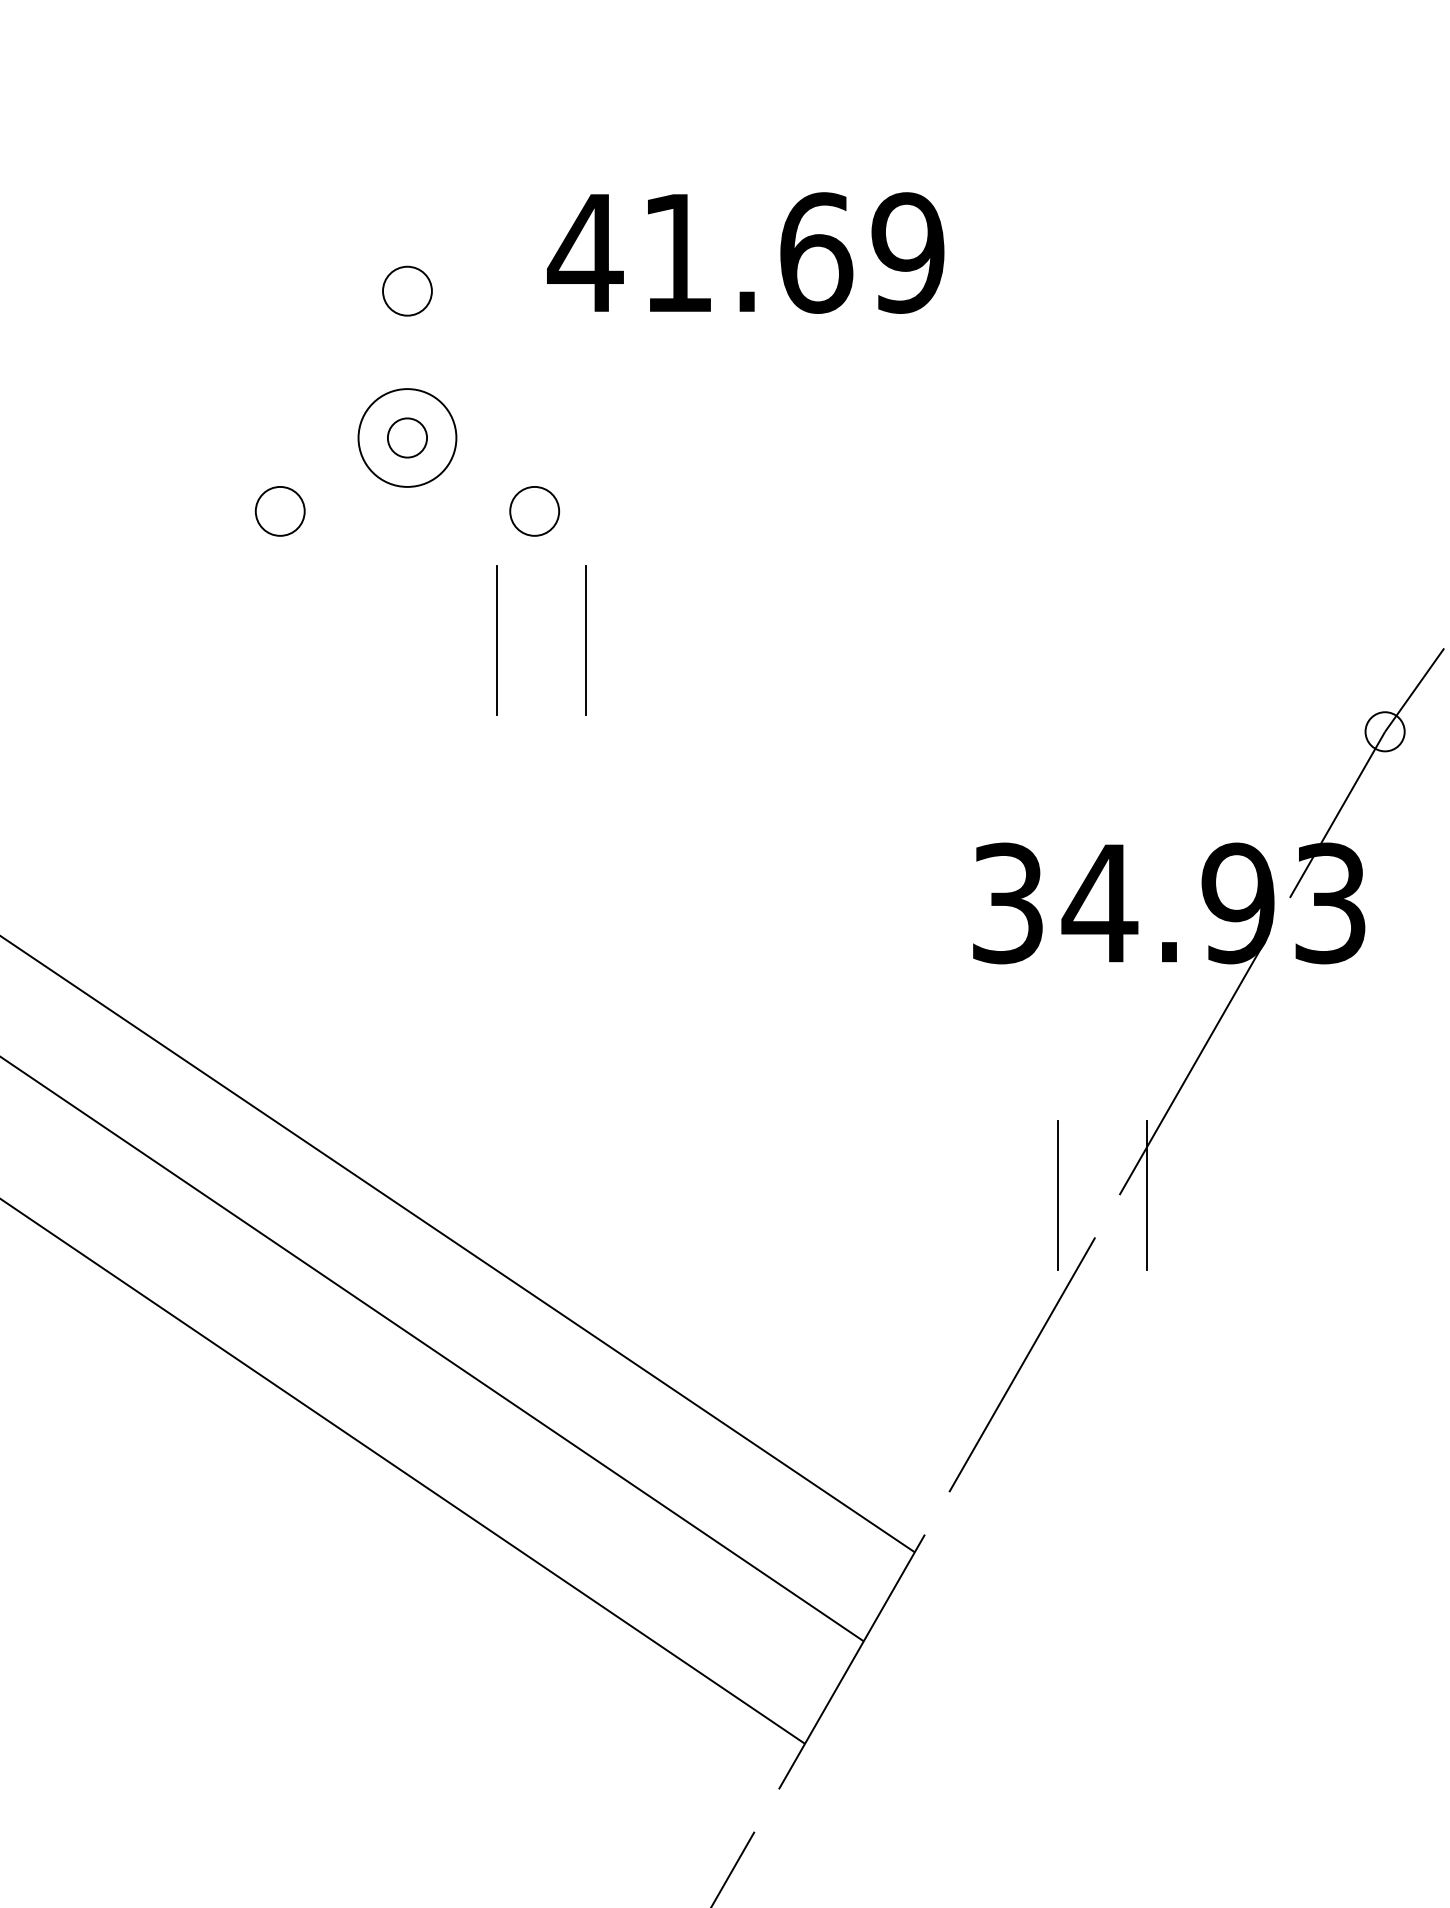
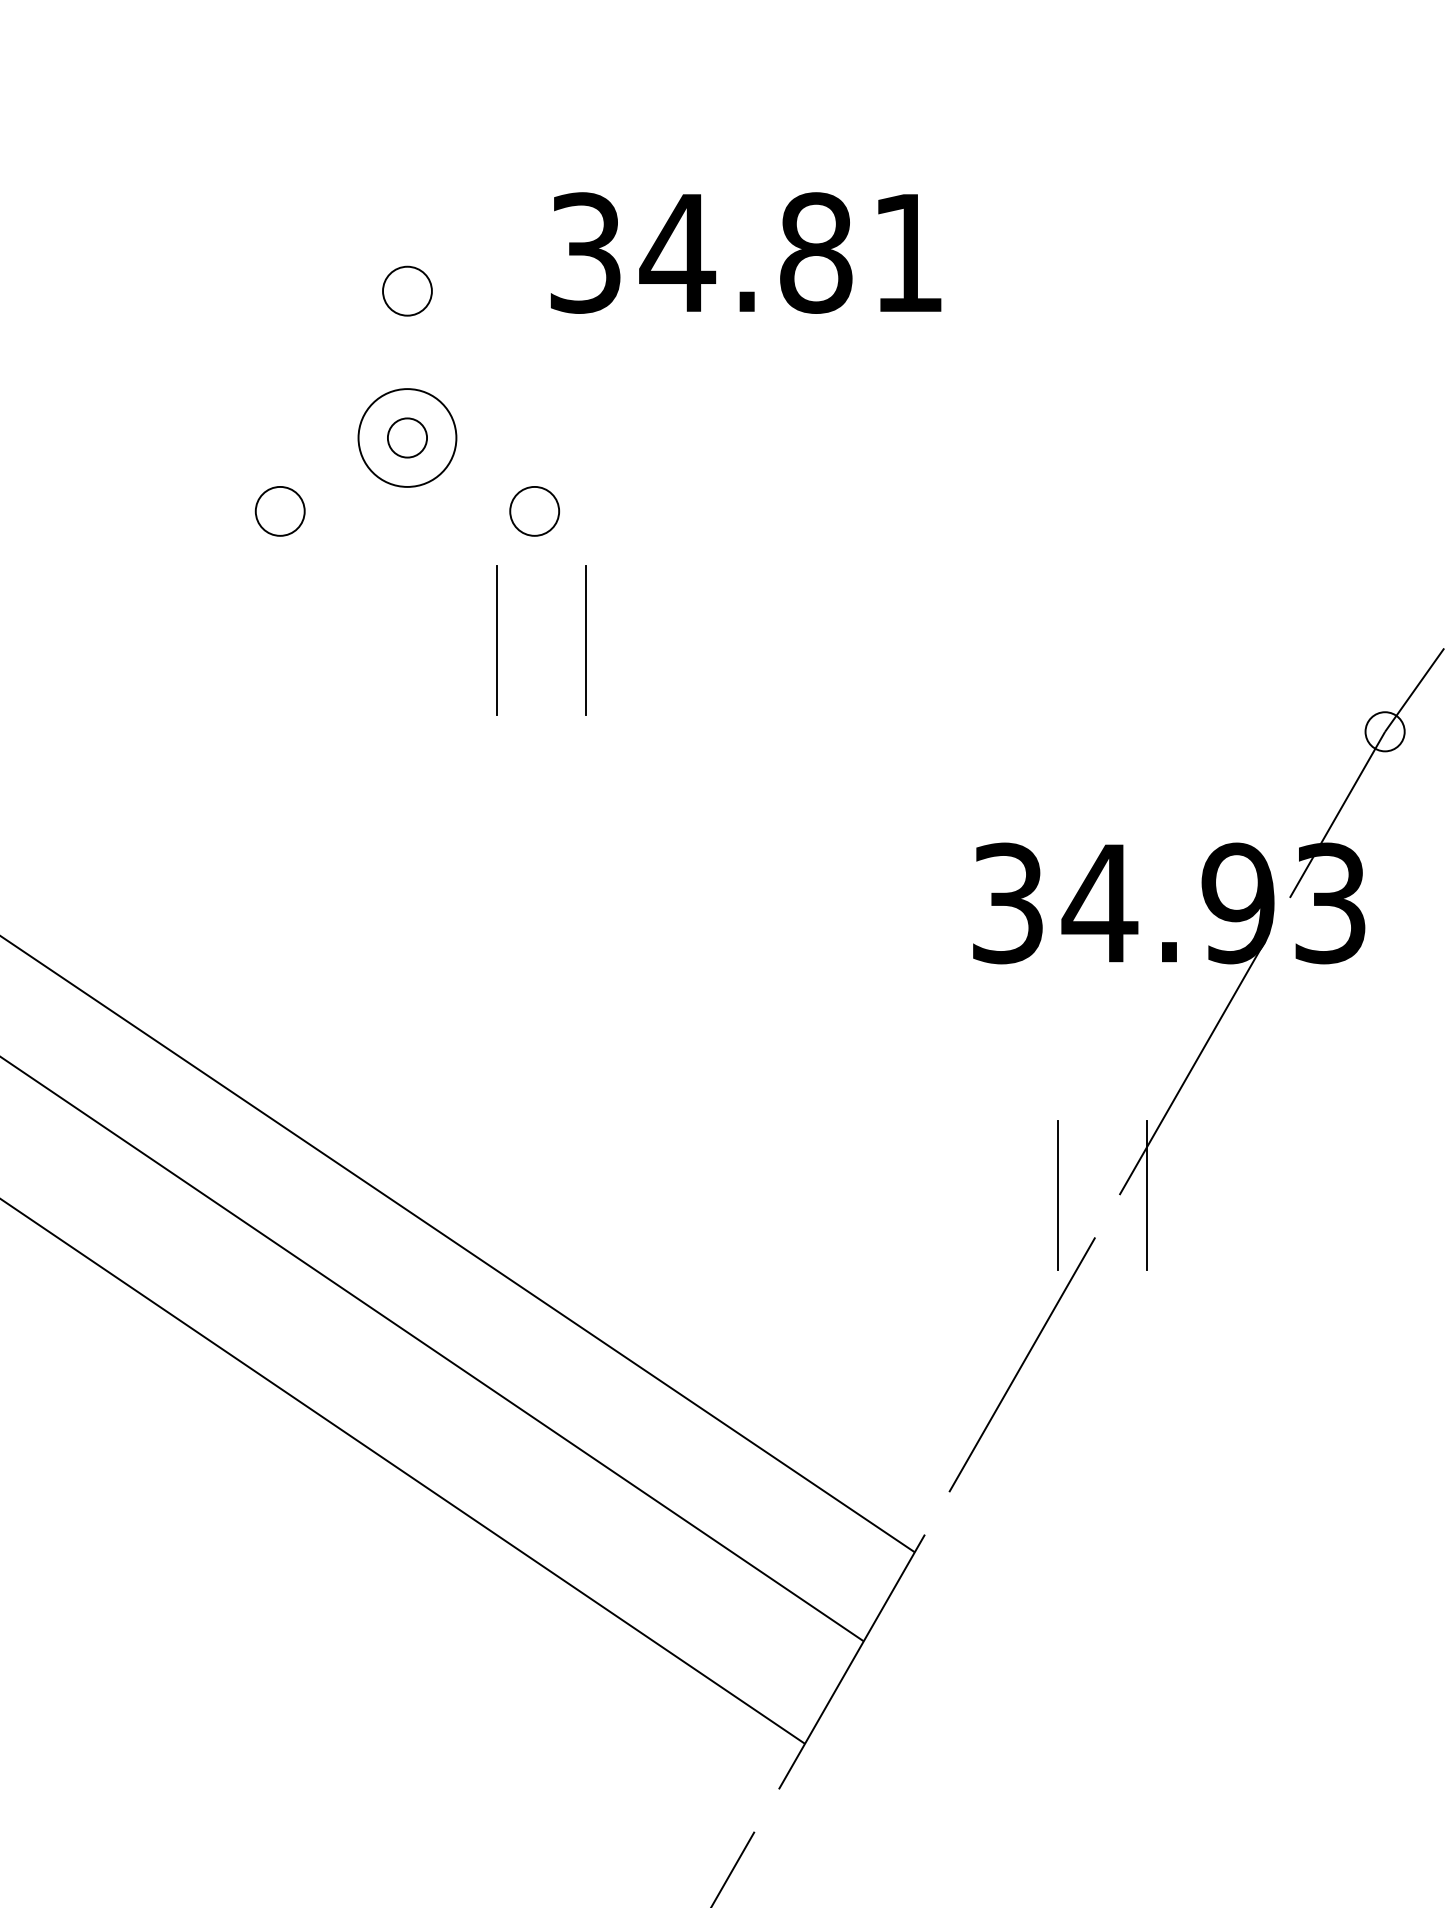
text at (745, 252): 41.69 -> 34.81
